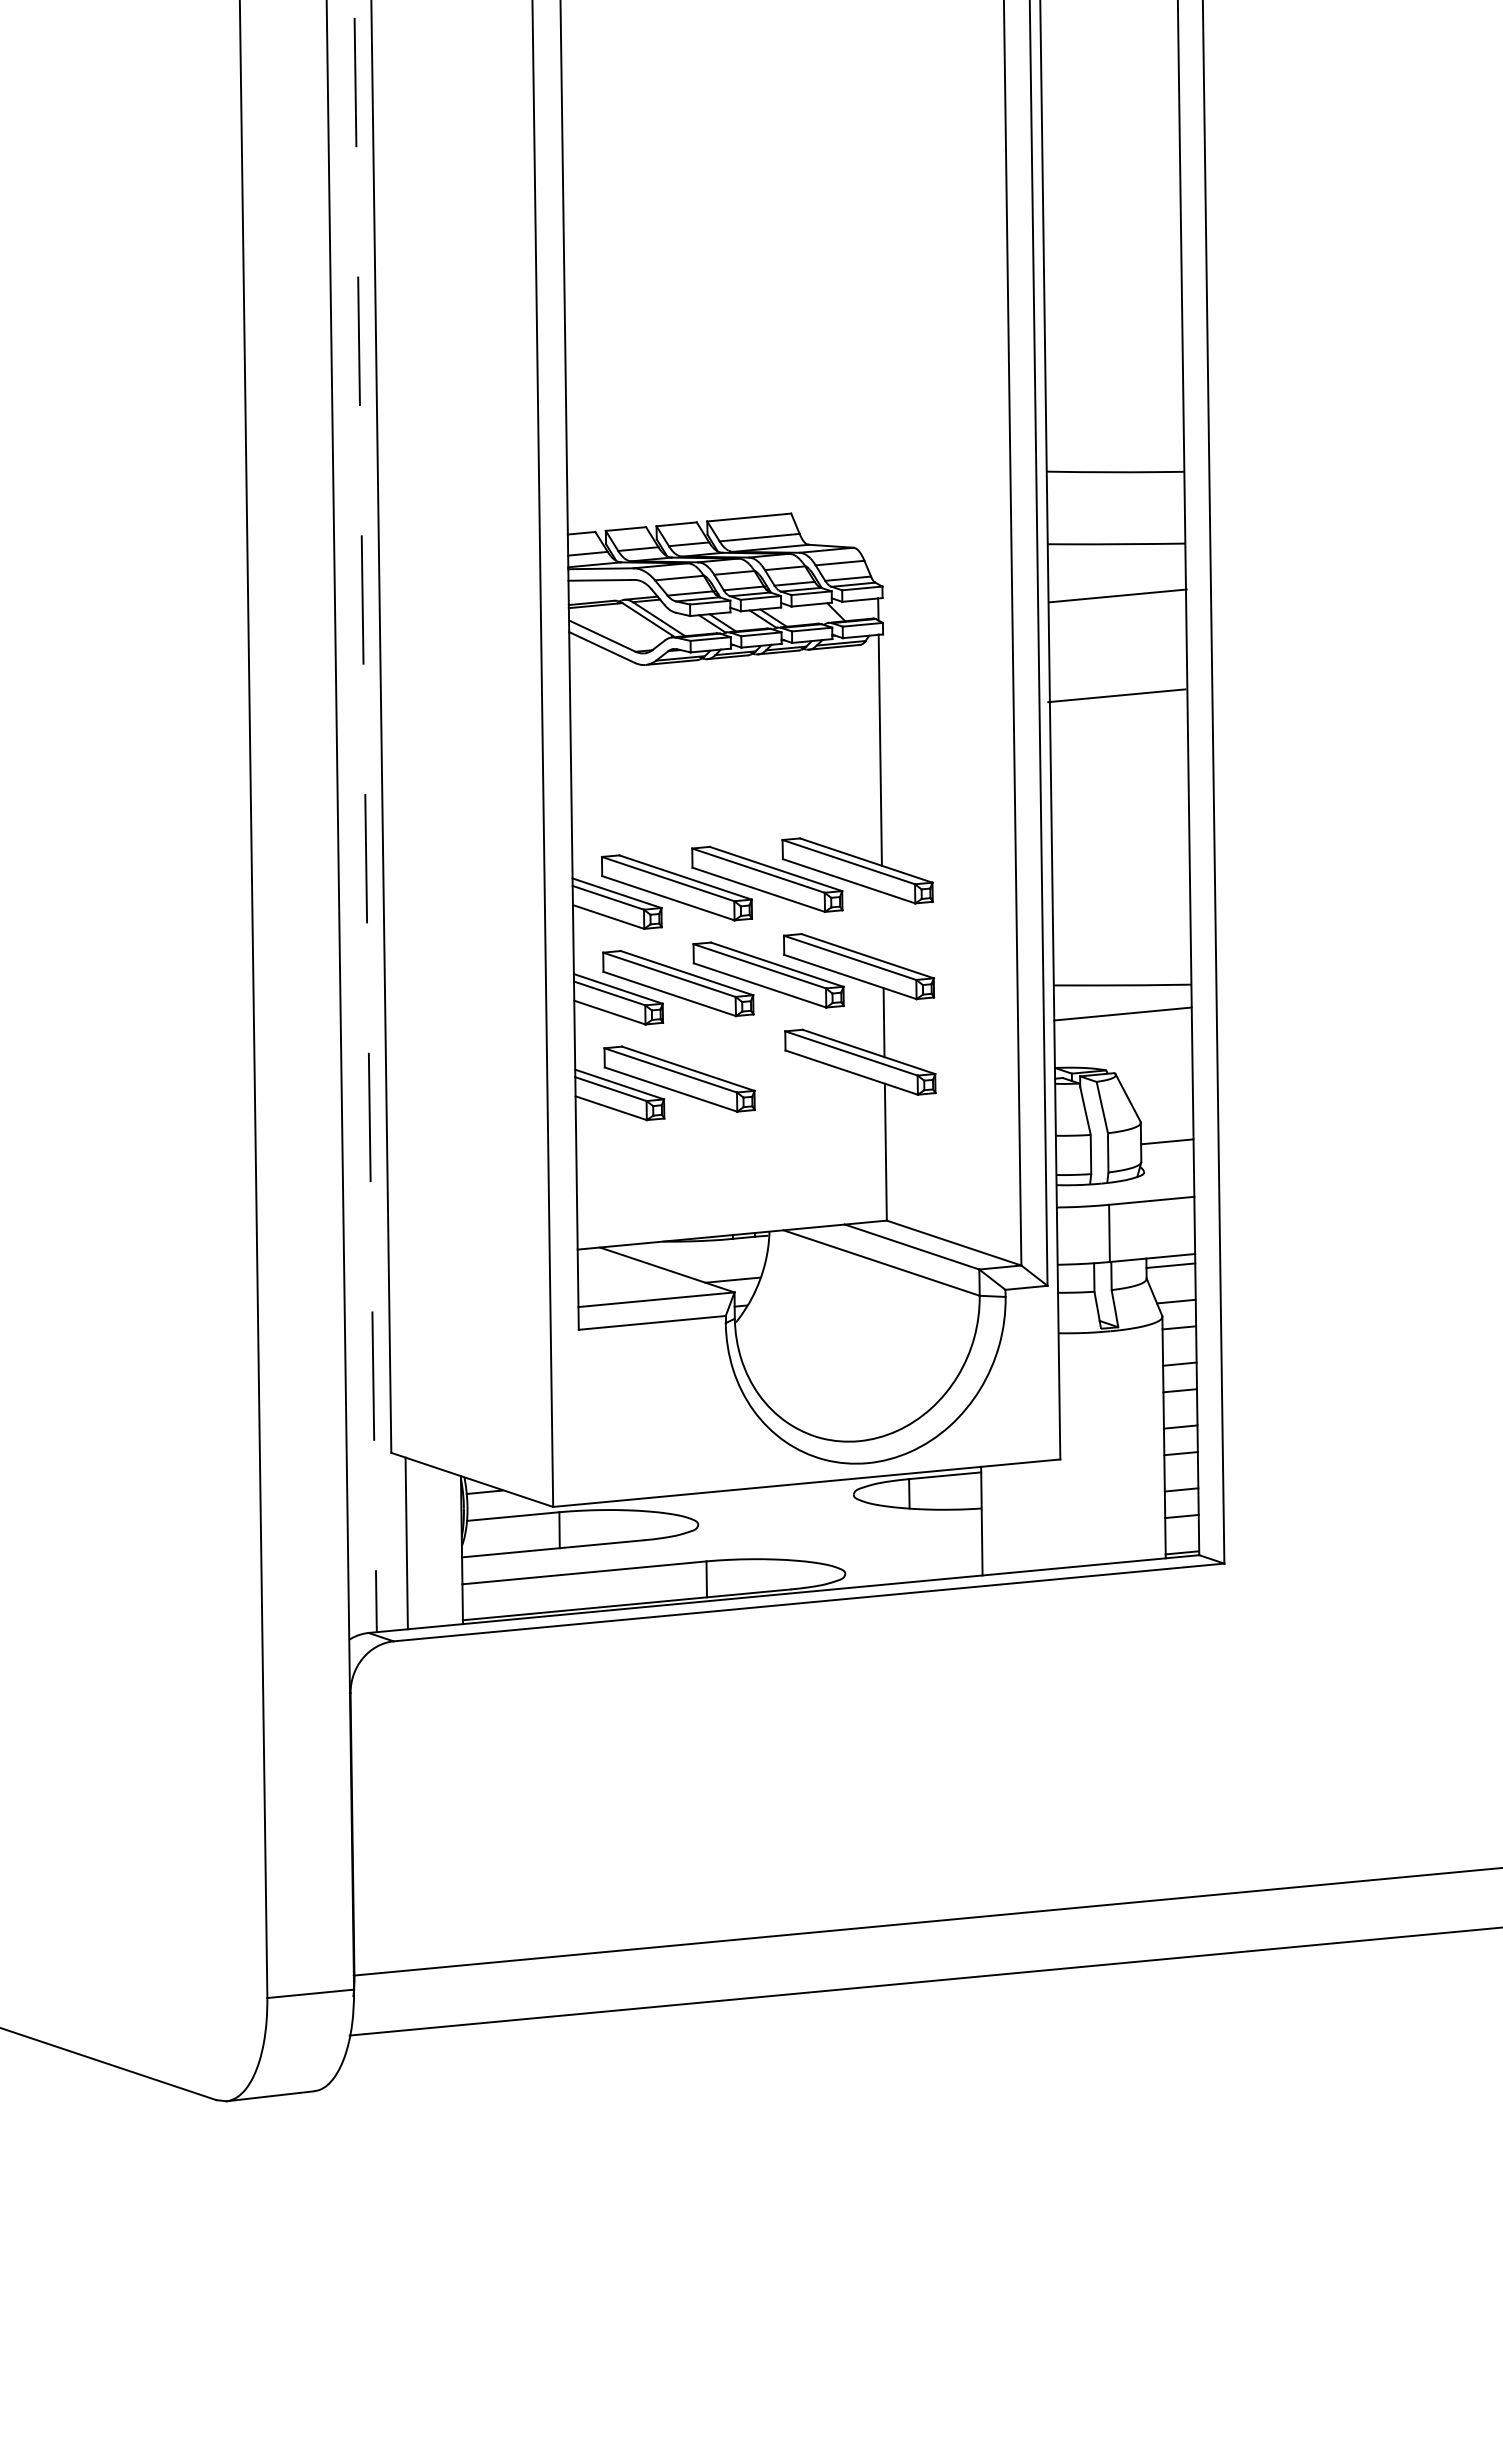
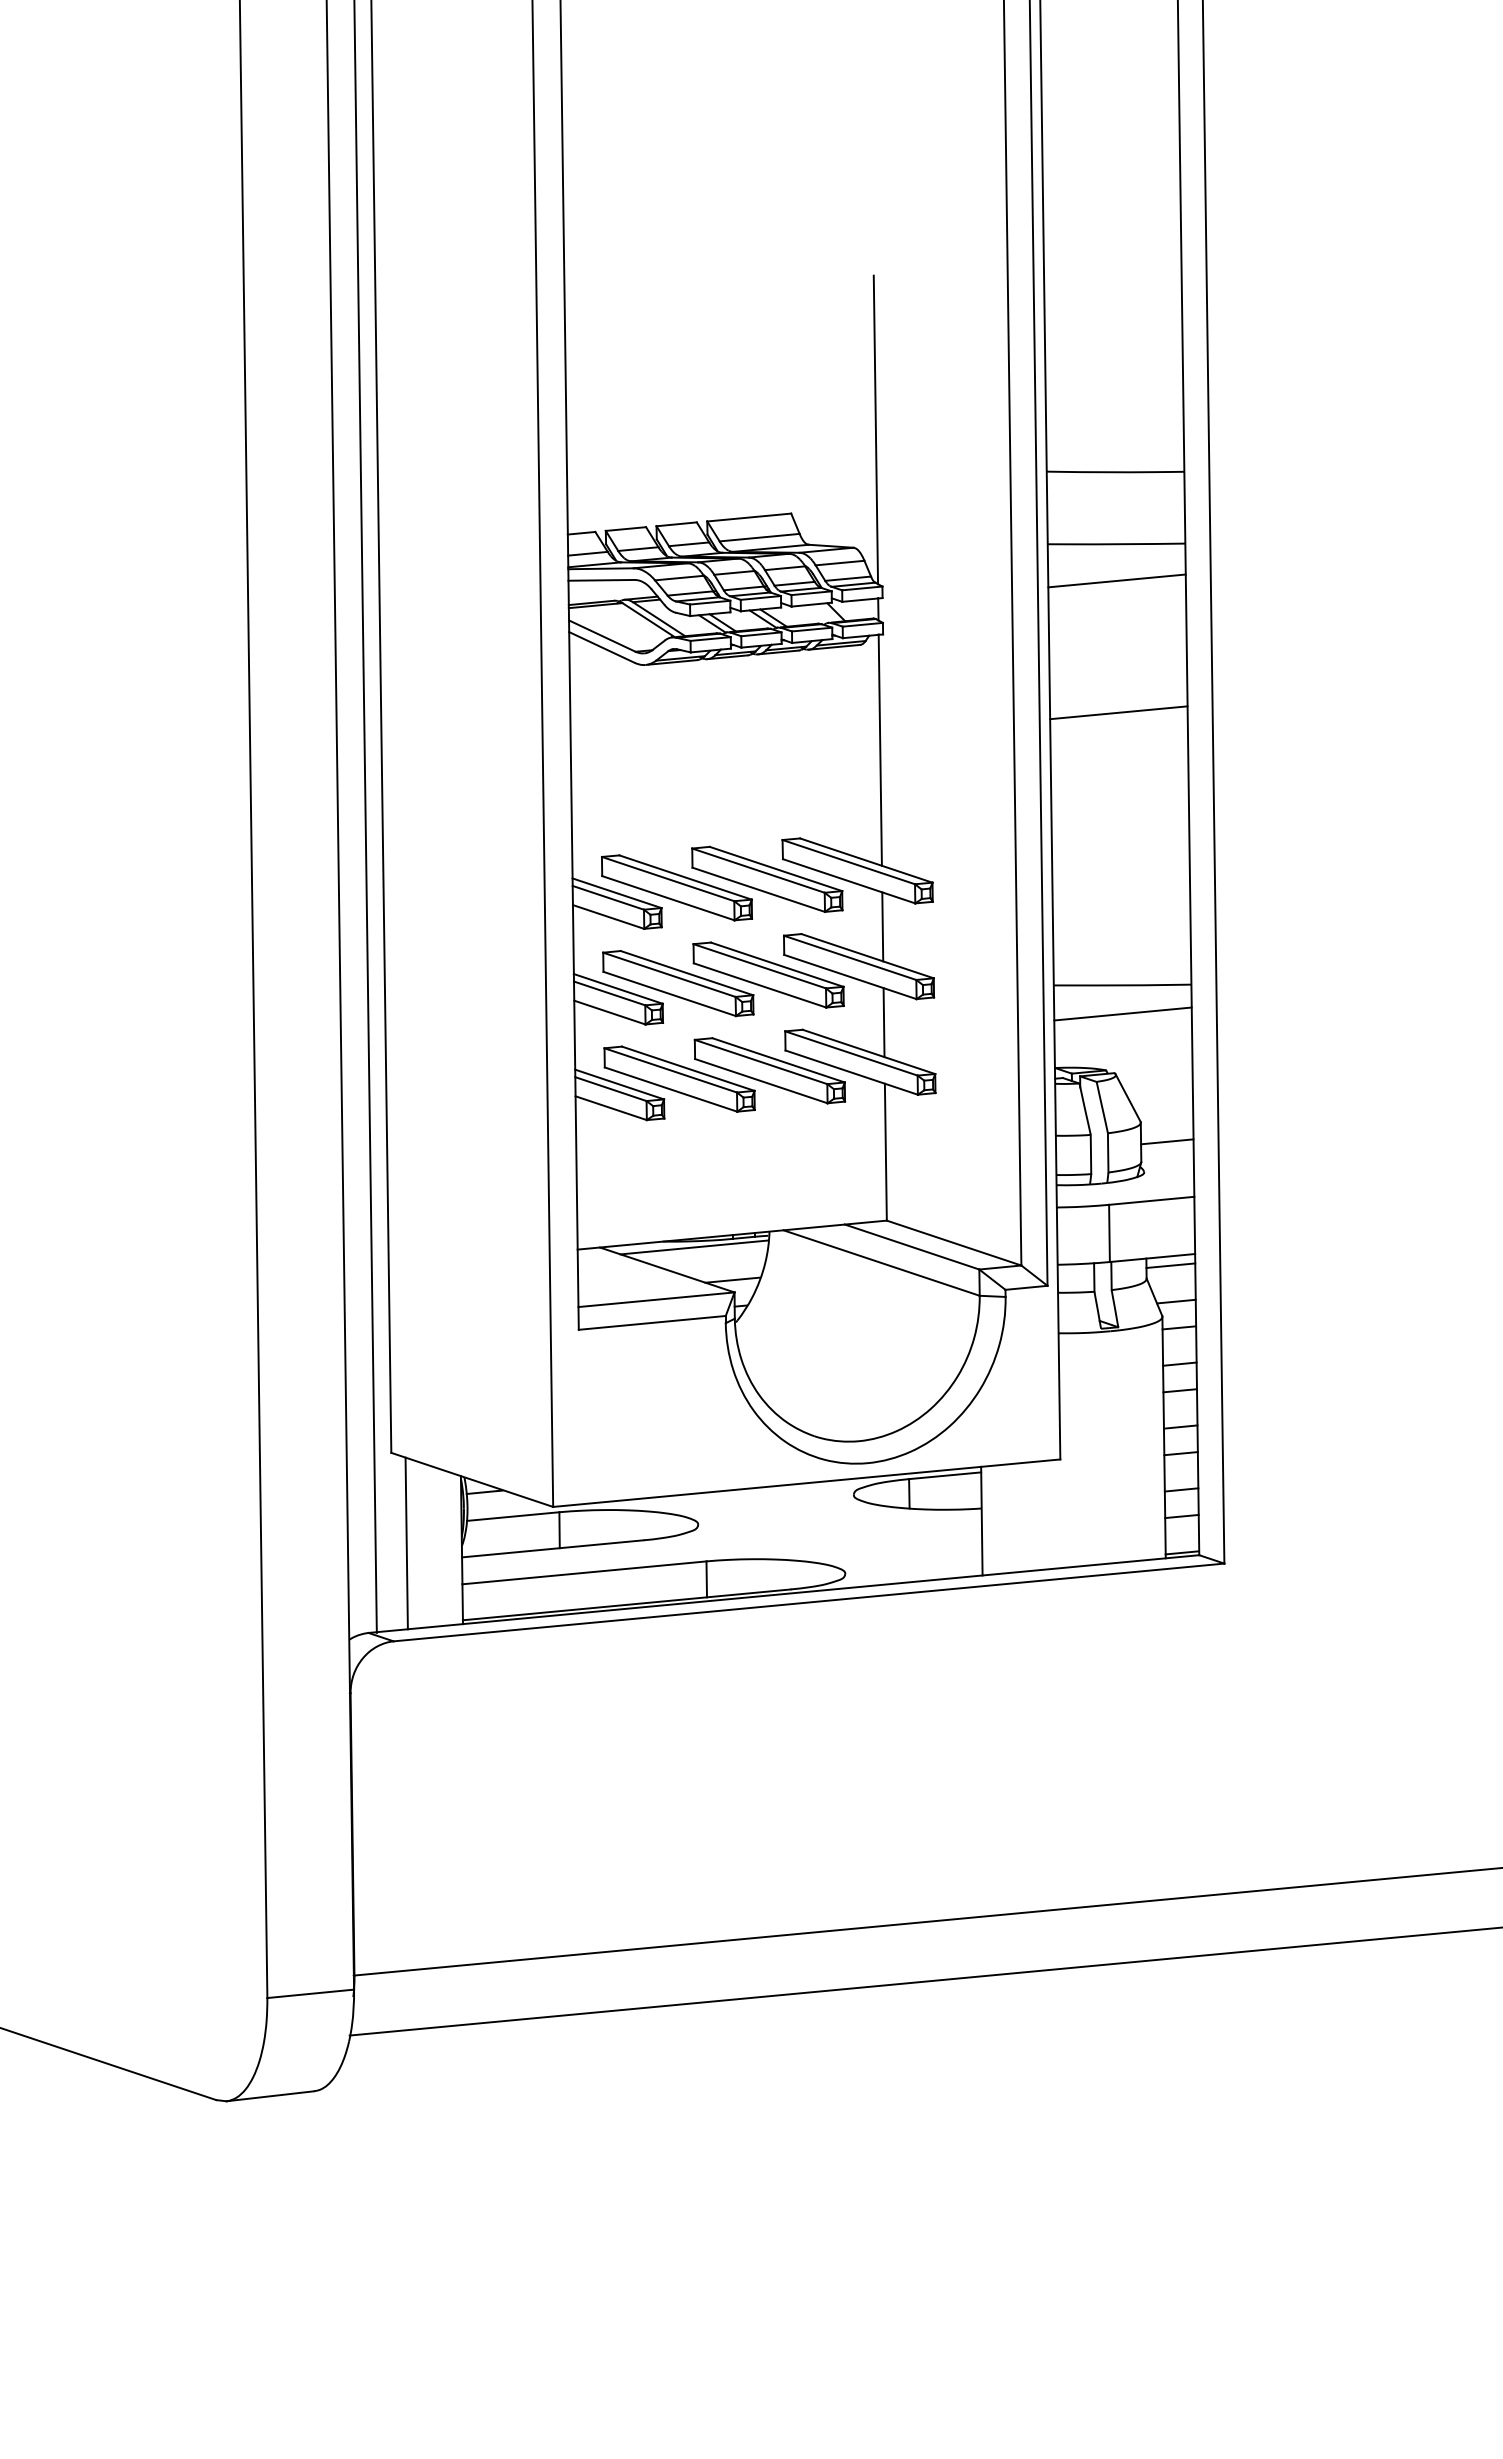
line at (875, 429): none -> present
line at (1117, 595) position: (1117, 595) -> (1116, 580)
line at (1116, 695) position: (1116, 695) -> (1118, 712)
line at (365, 817): dashed -> solid
line at (882, 926): none -> present
part at (769, 1070): none -> present
line at (693, 1247): none -> present
